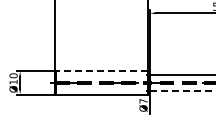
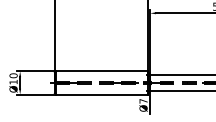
line at (101, 71): dashed -> solid
line at (182, 91): dashed -> solid
